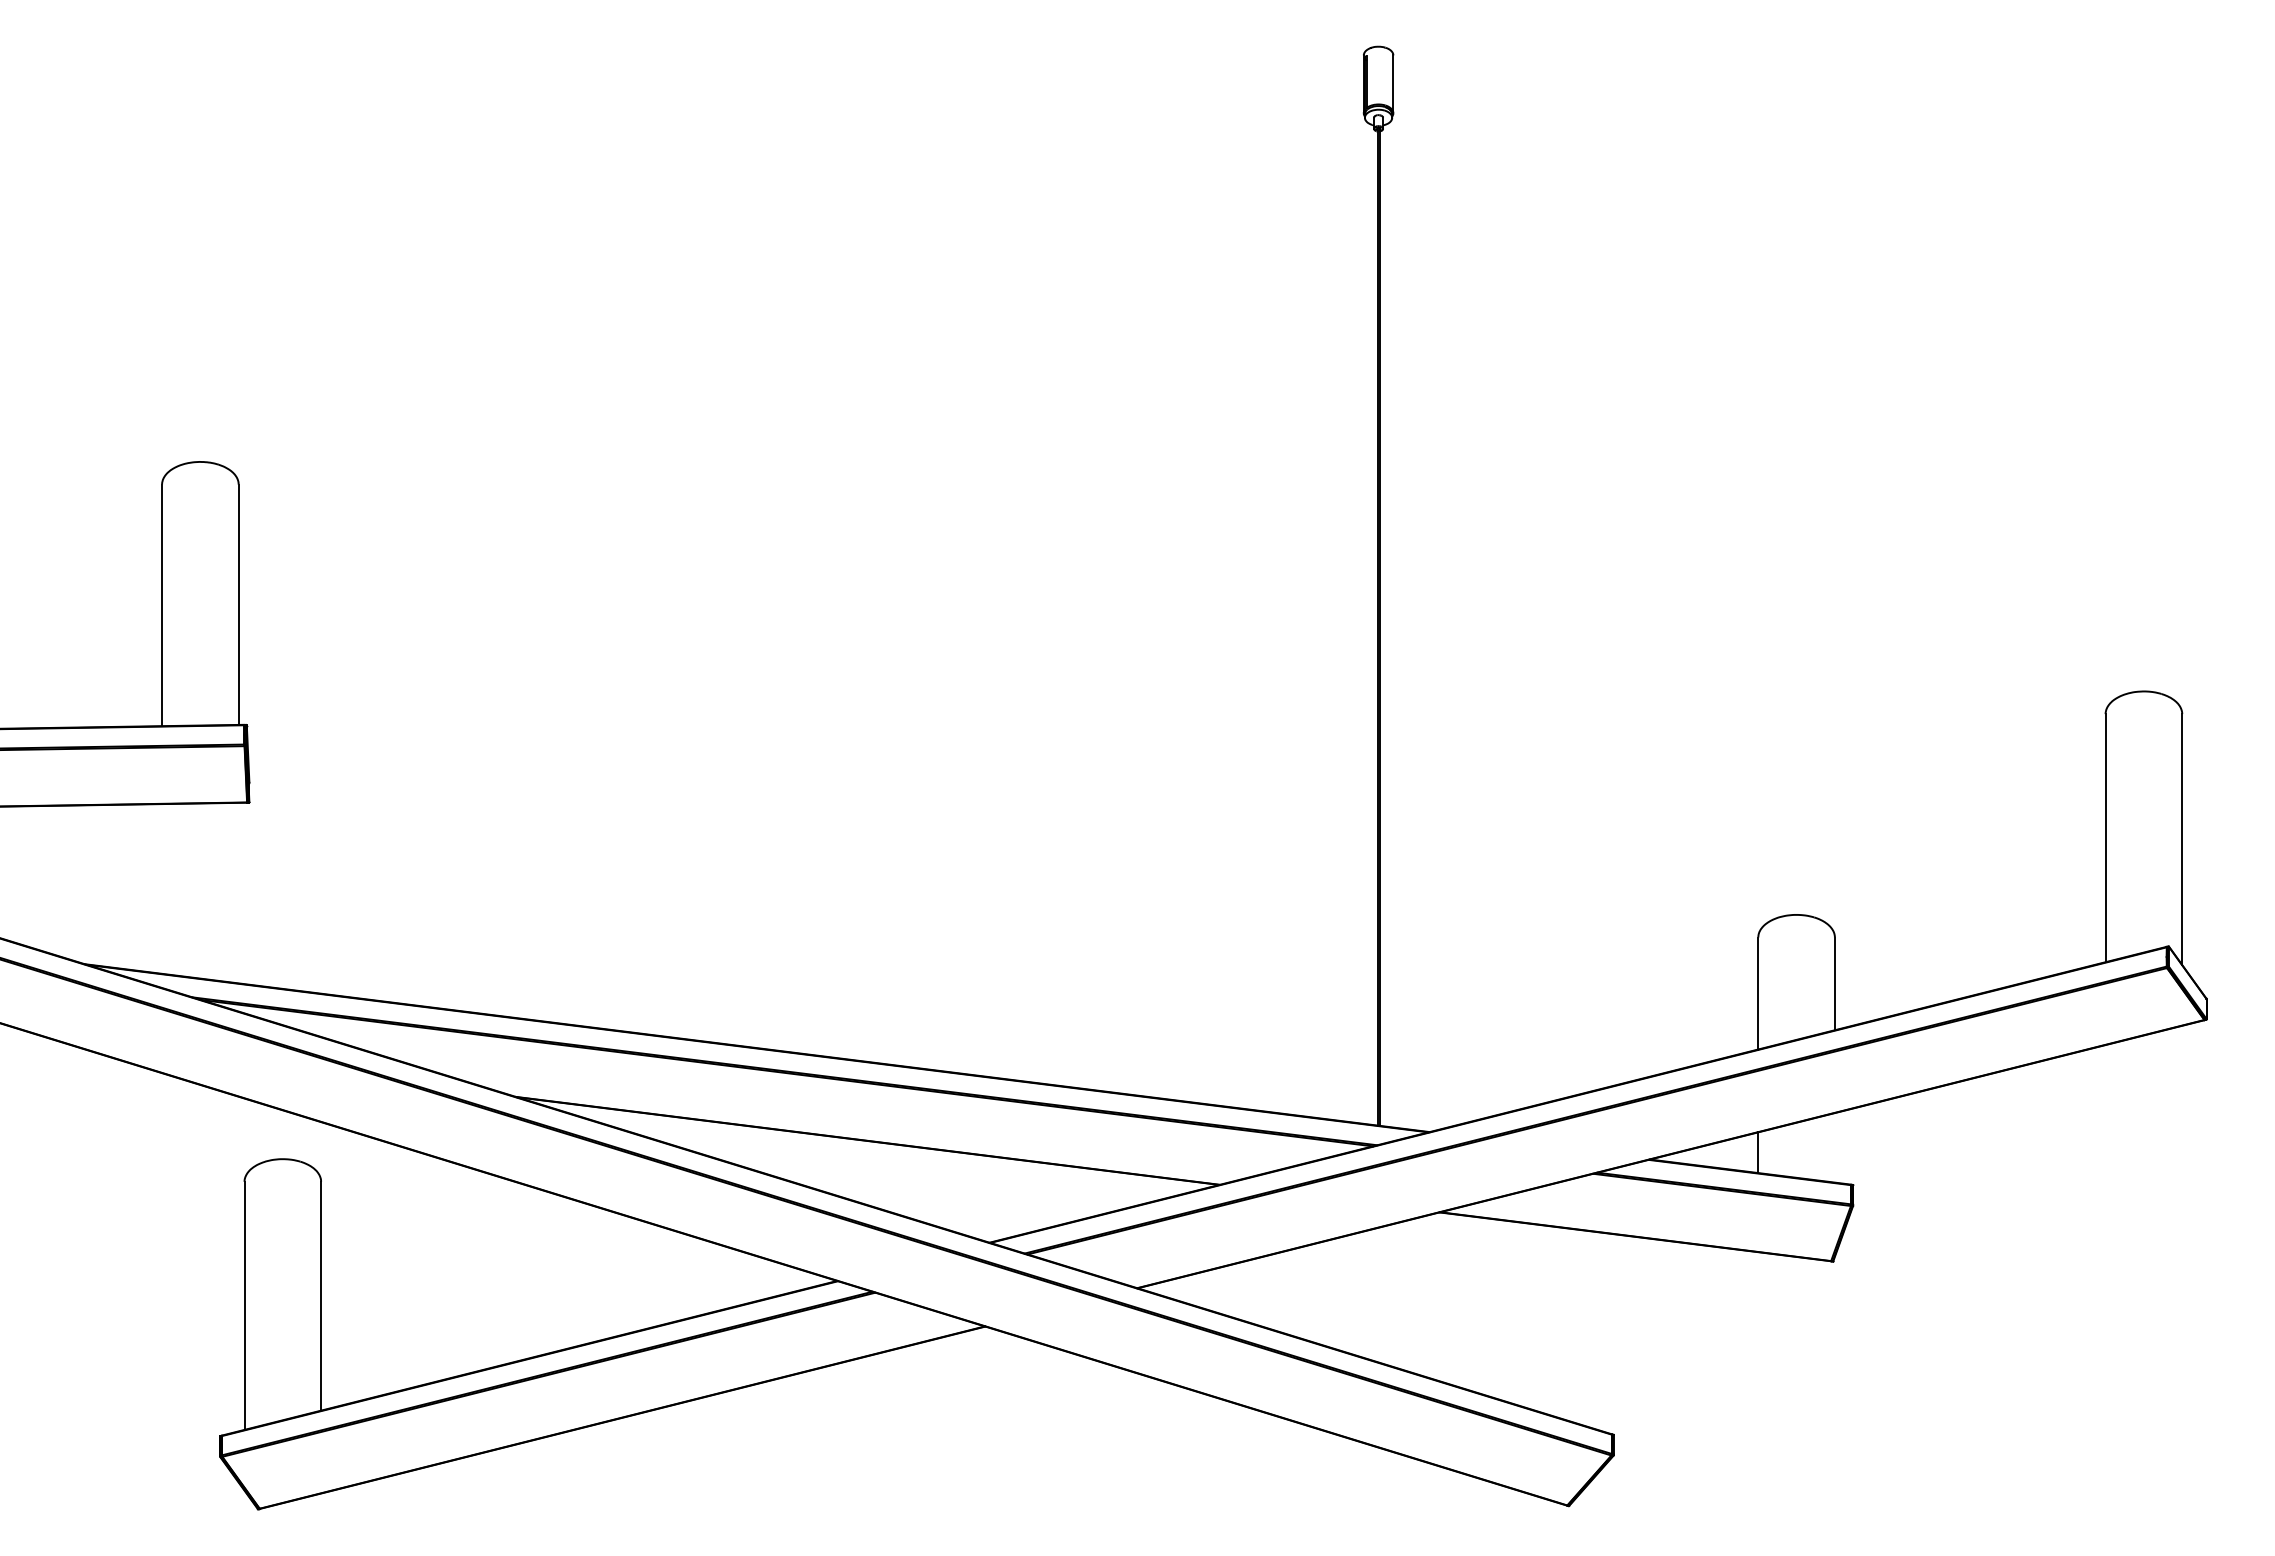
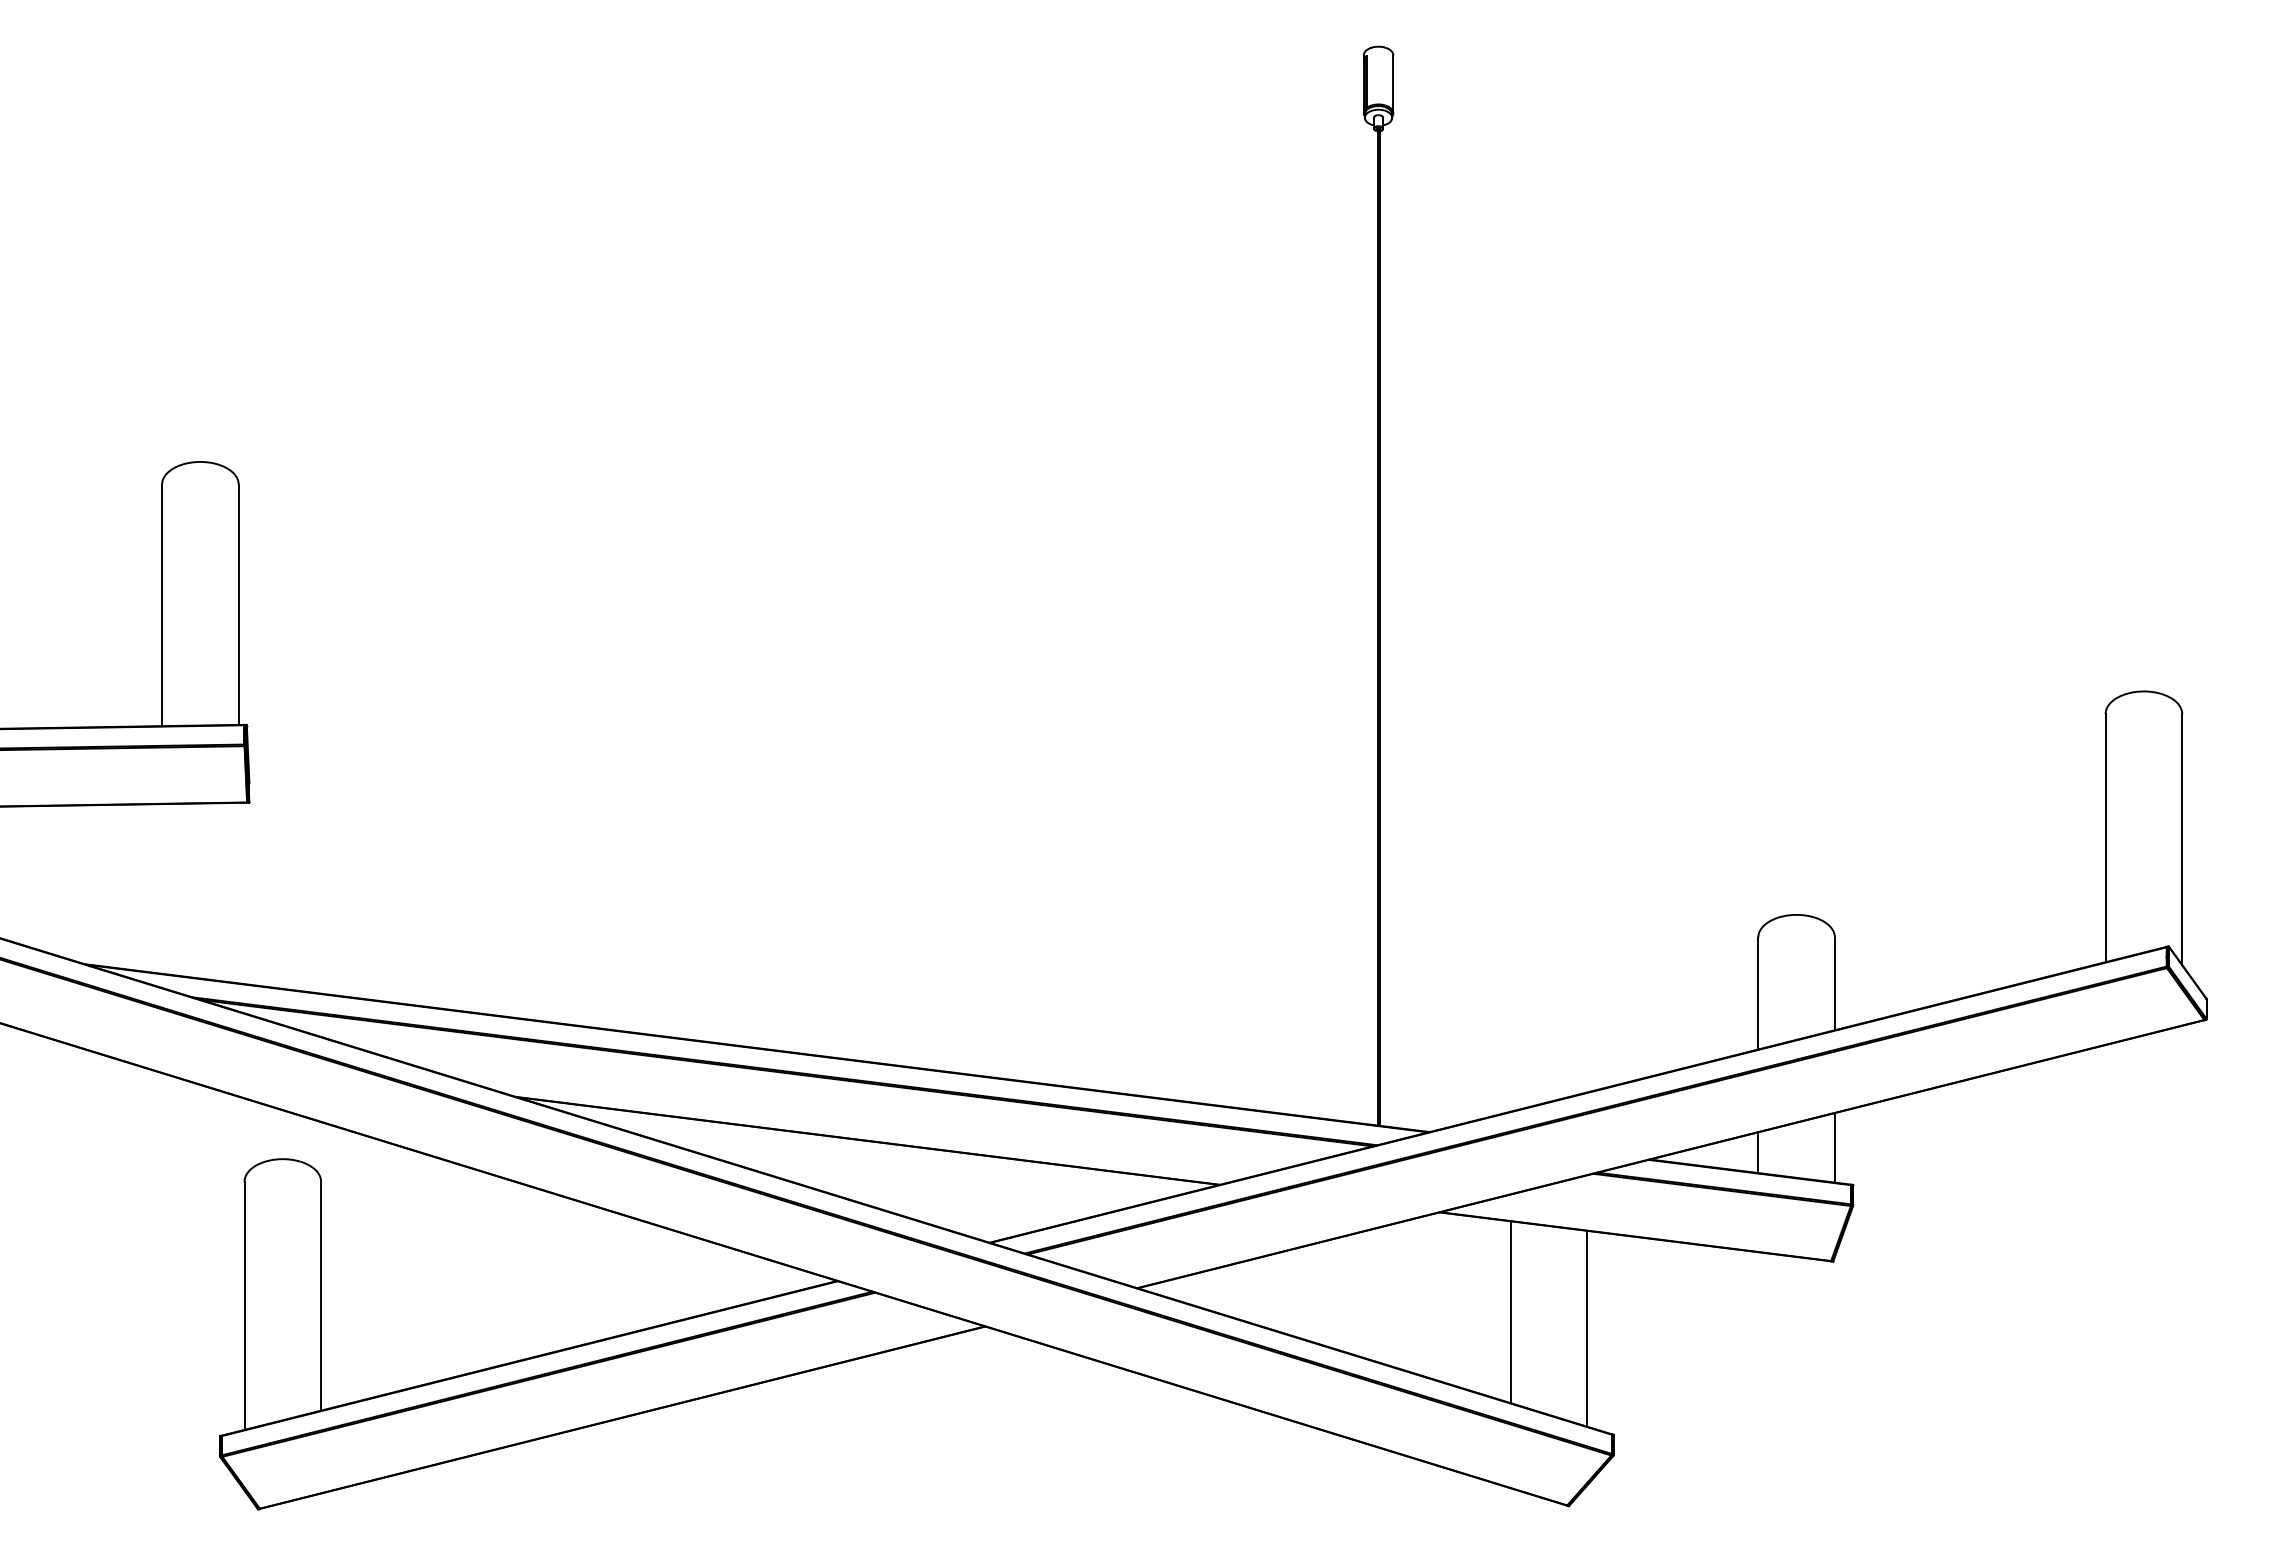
line at (1834, 1147): none -> present
line at (1510, 1312): none -> present
line at (1587, 1328): none -> present
